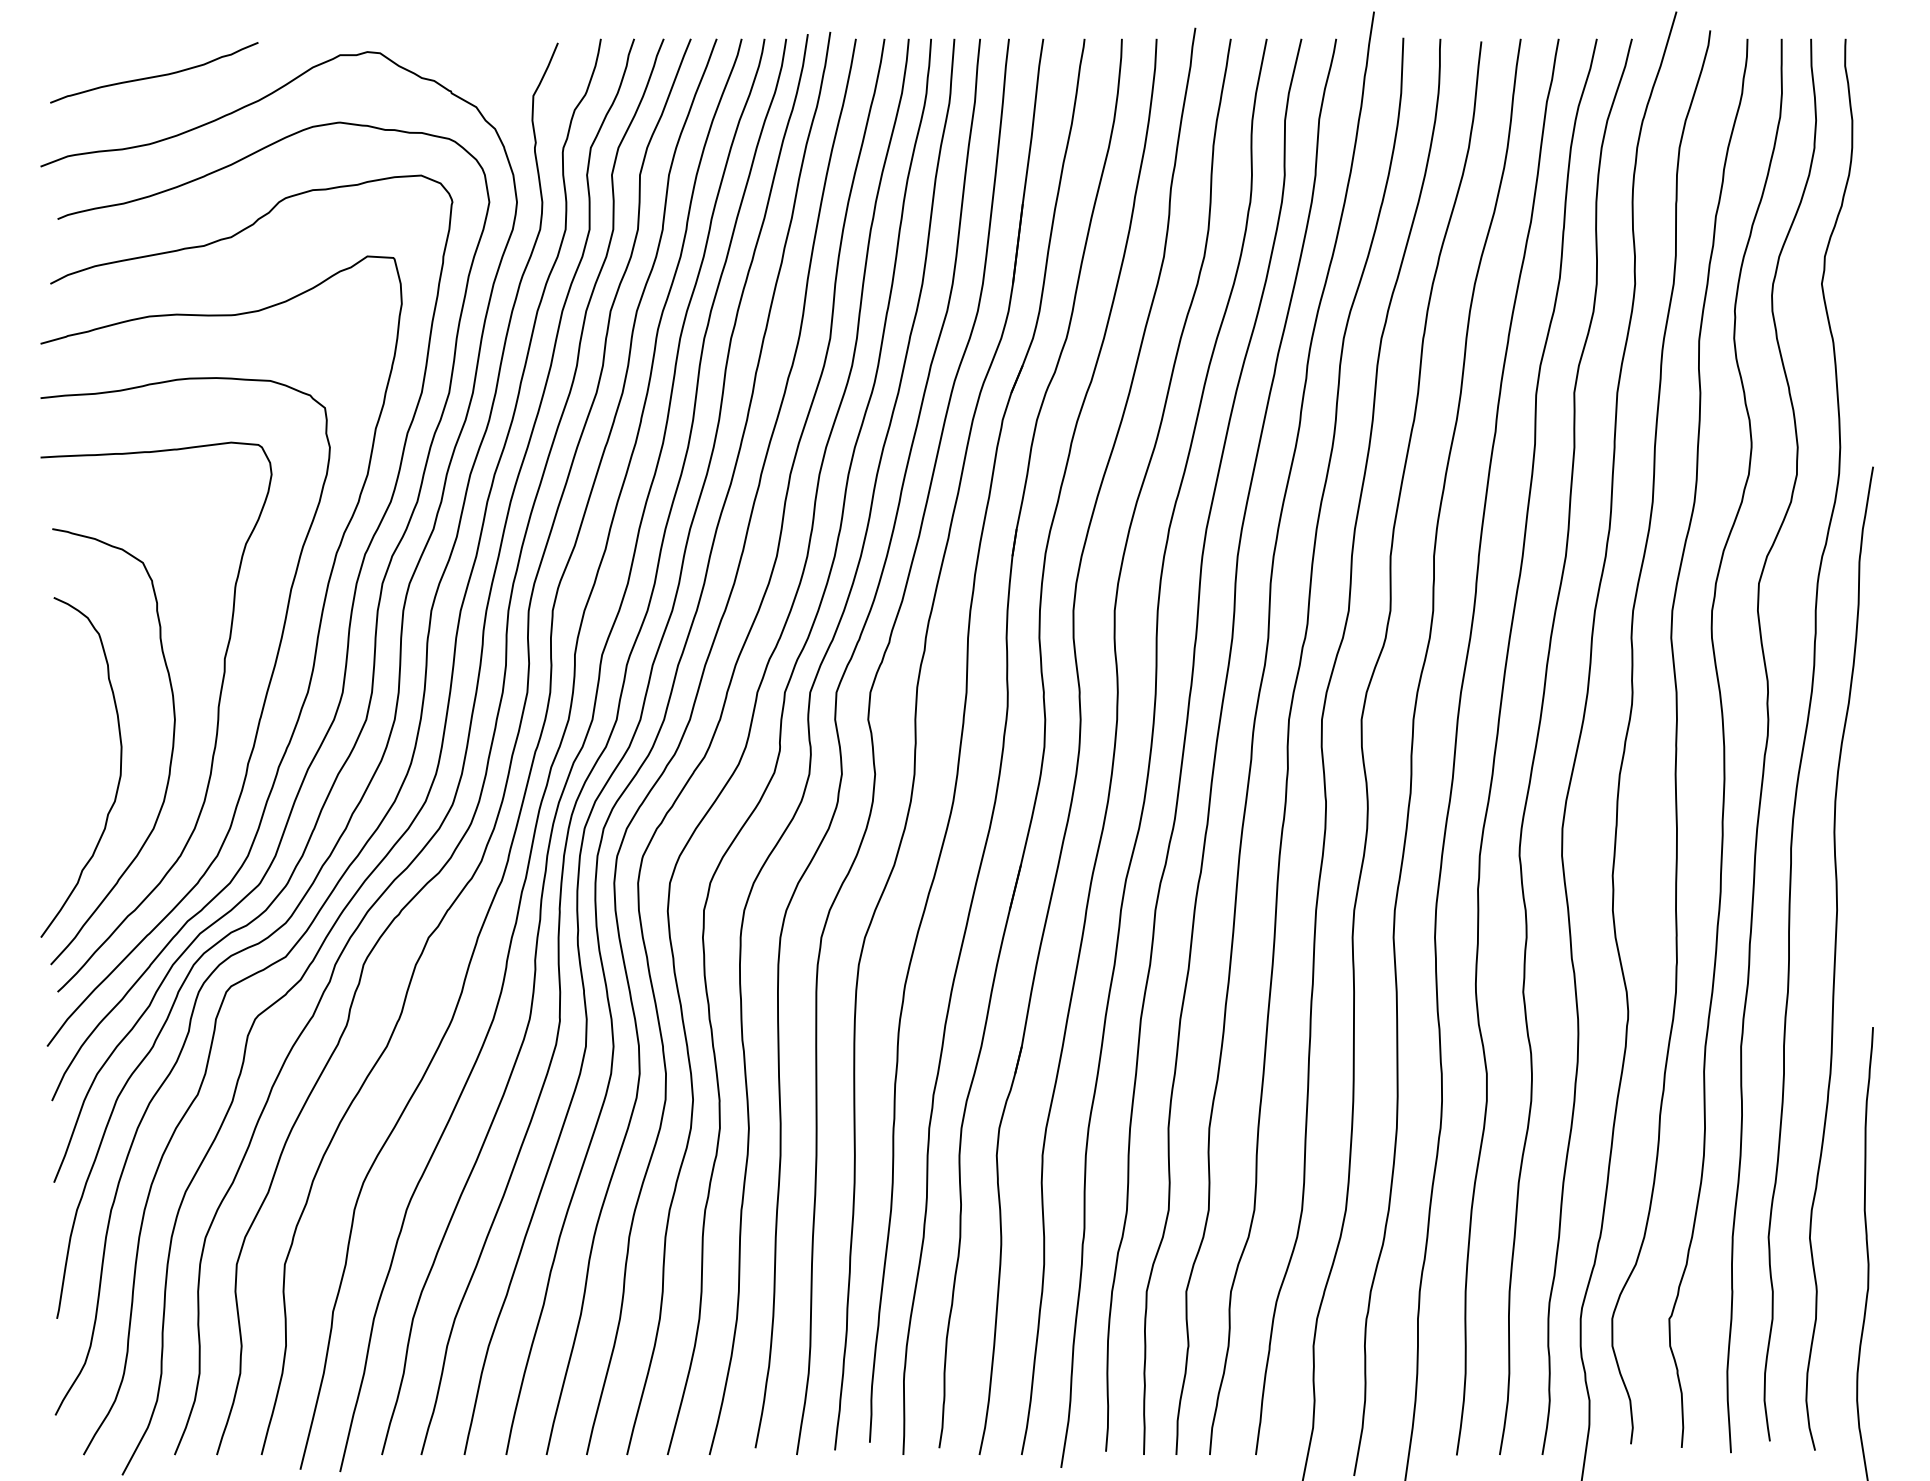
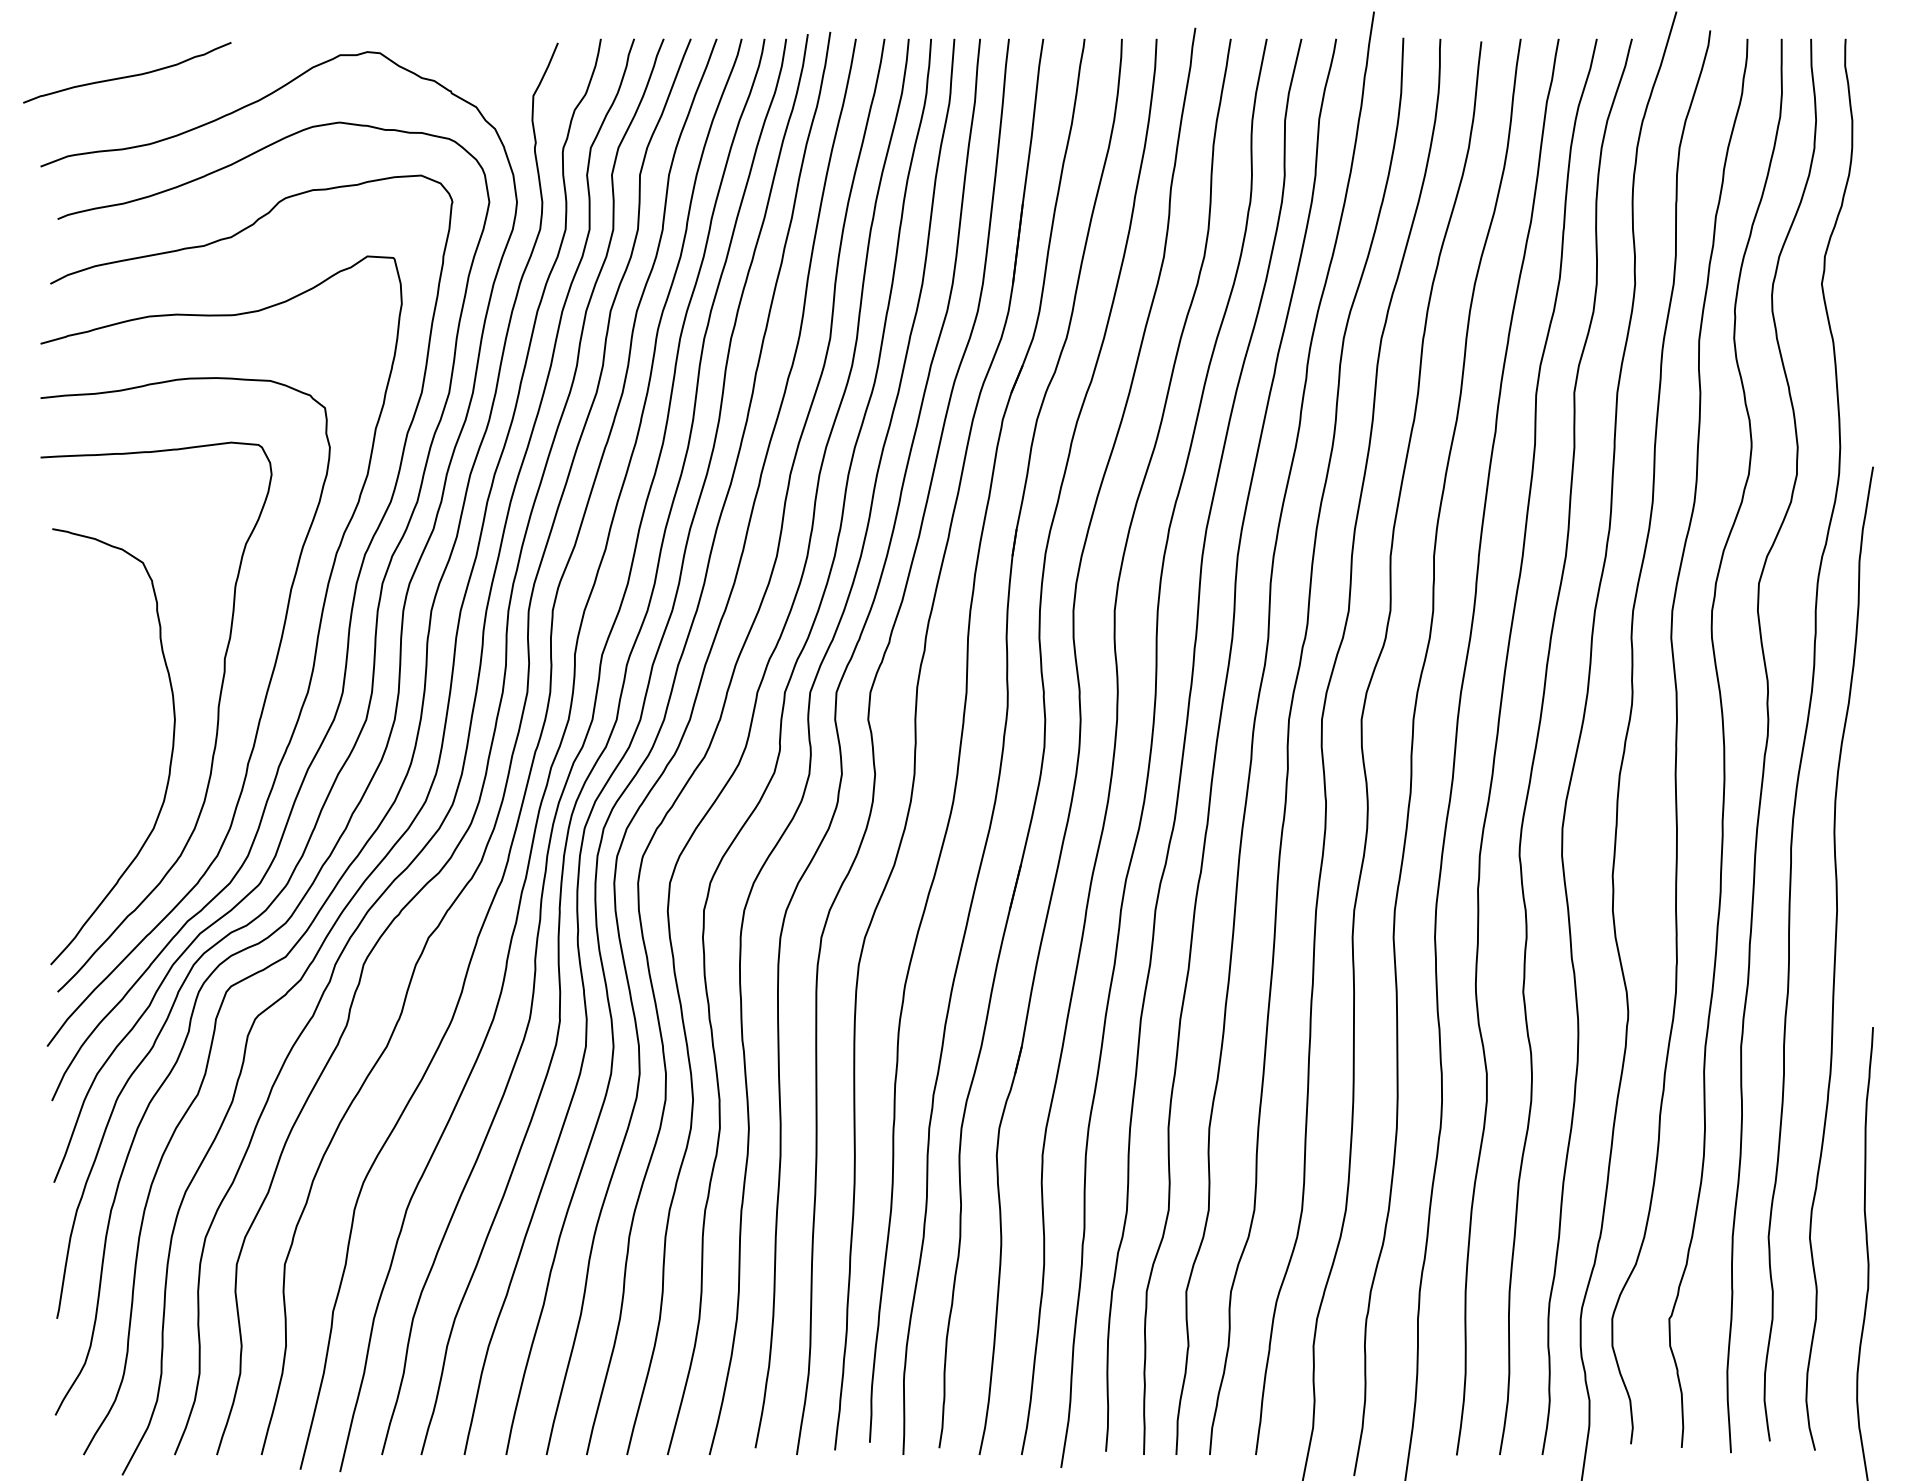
curve at (155, 75) position: (155, 75) -> (128, 75)
curve at (119, 772): present -> none
